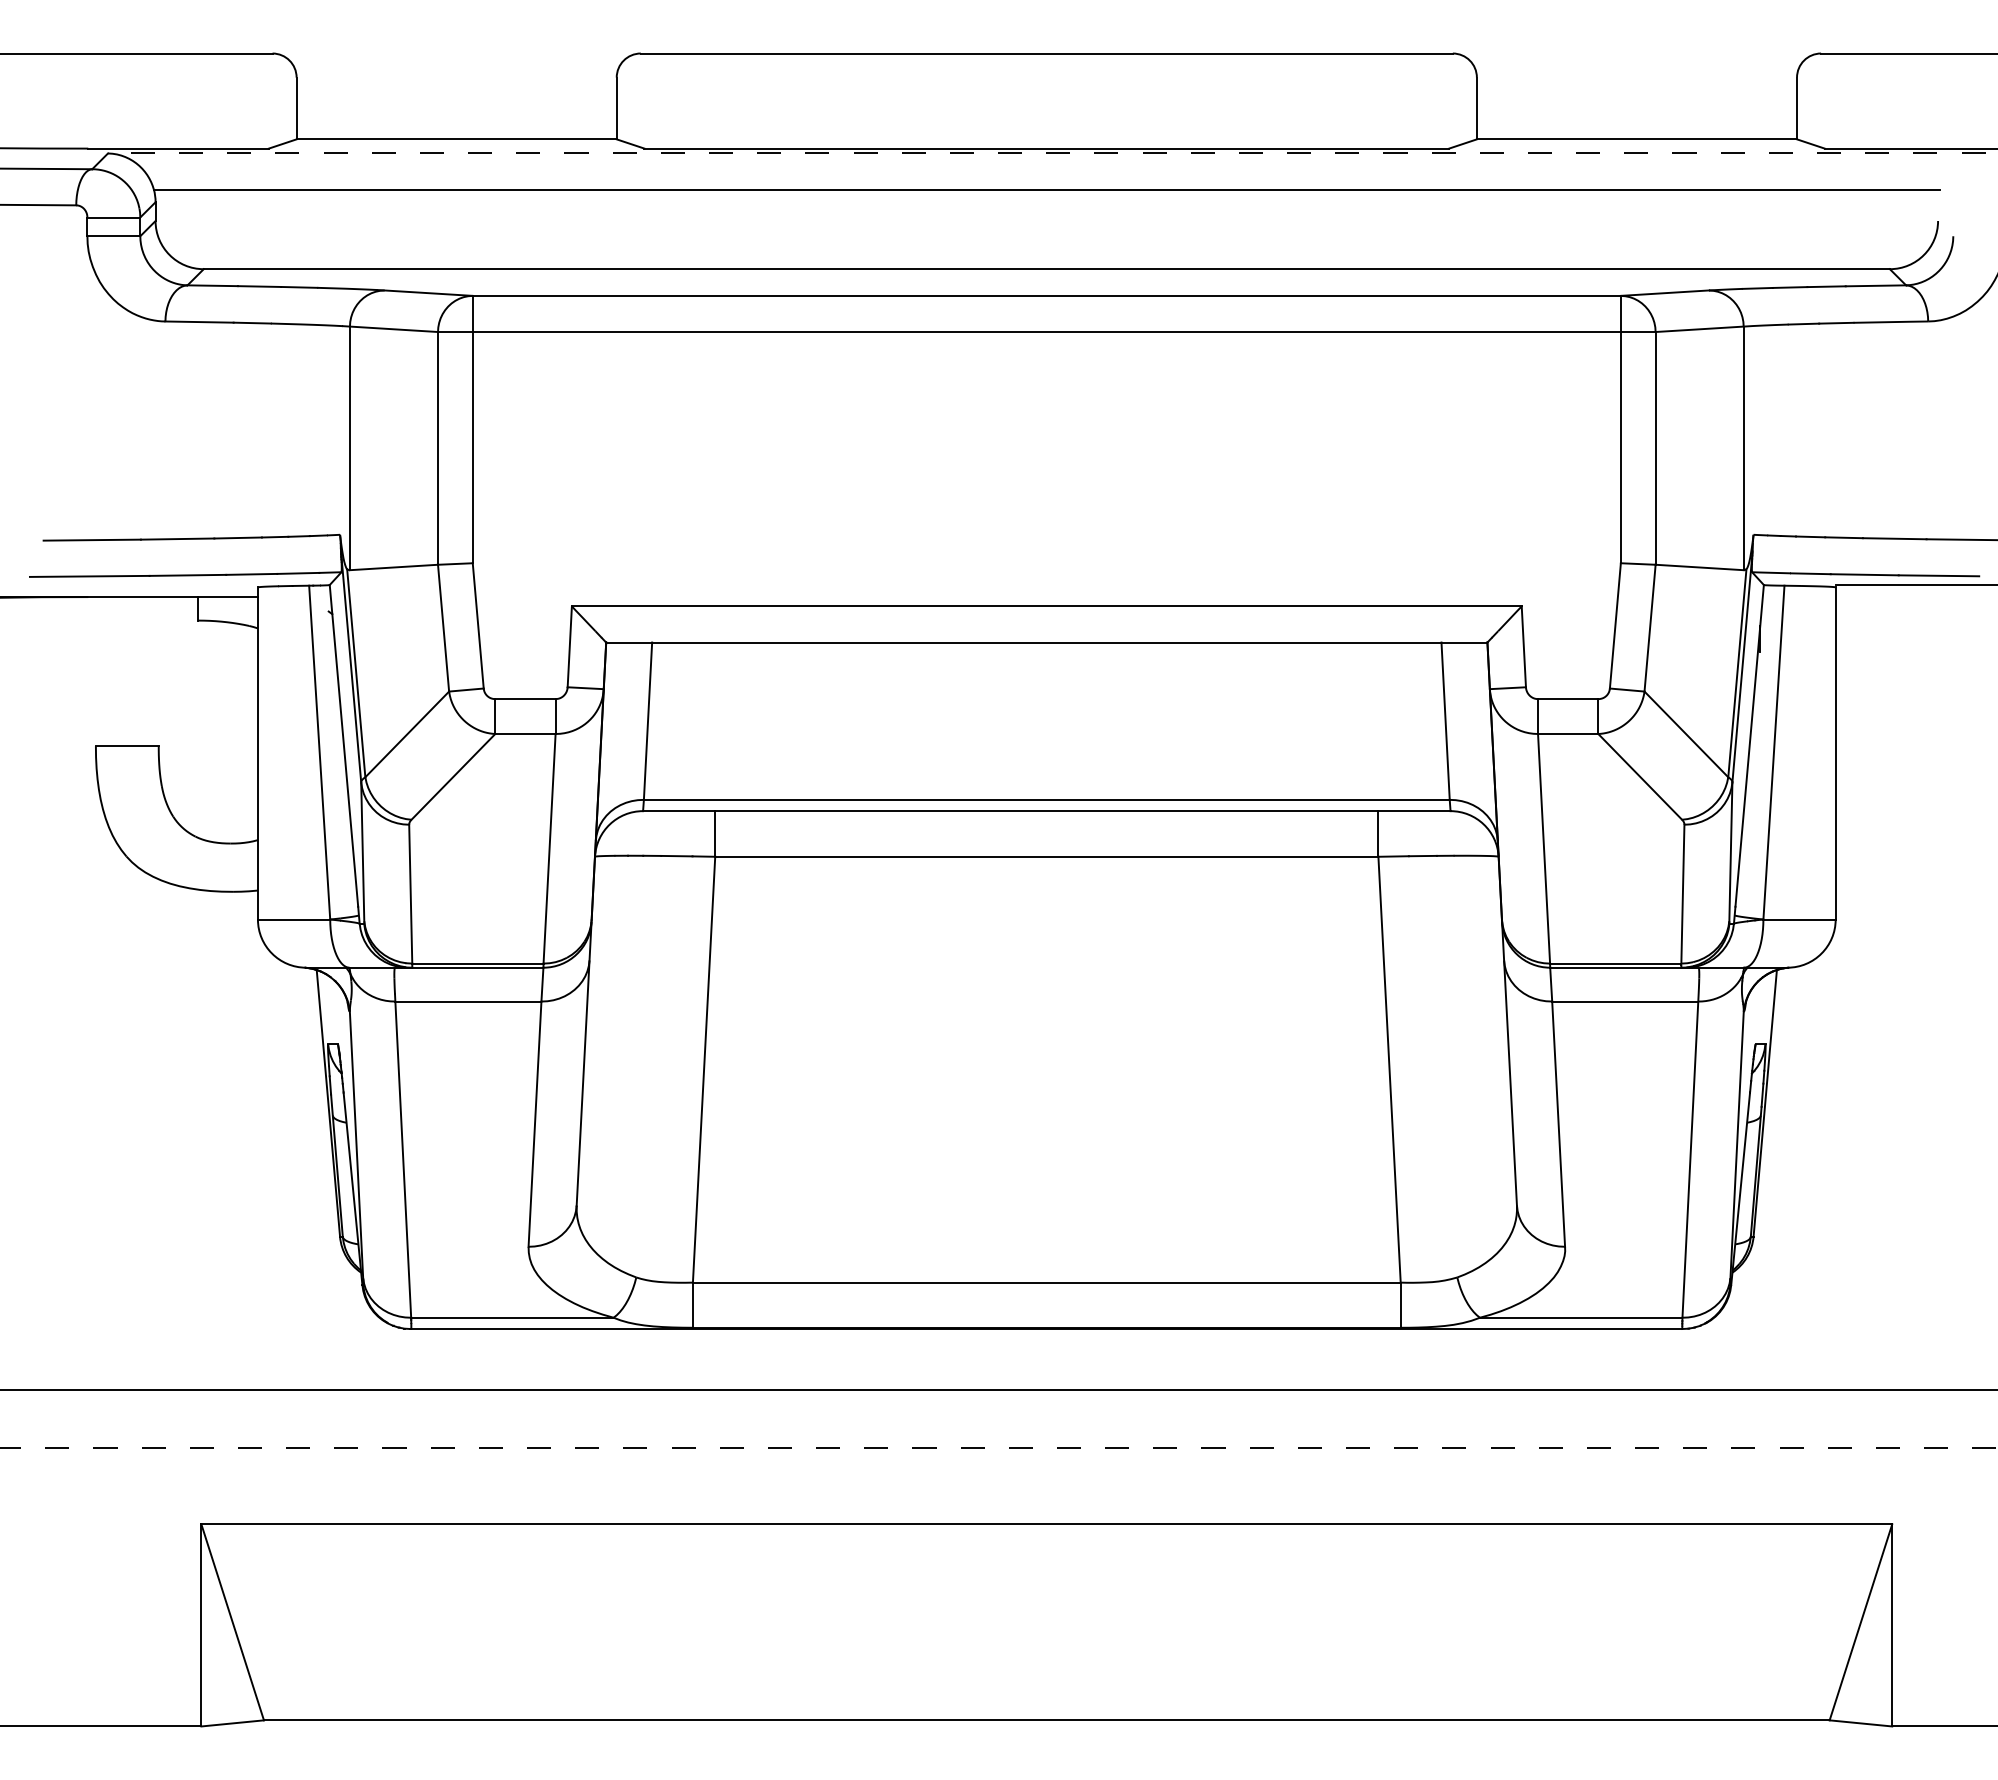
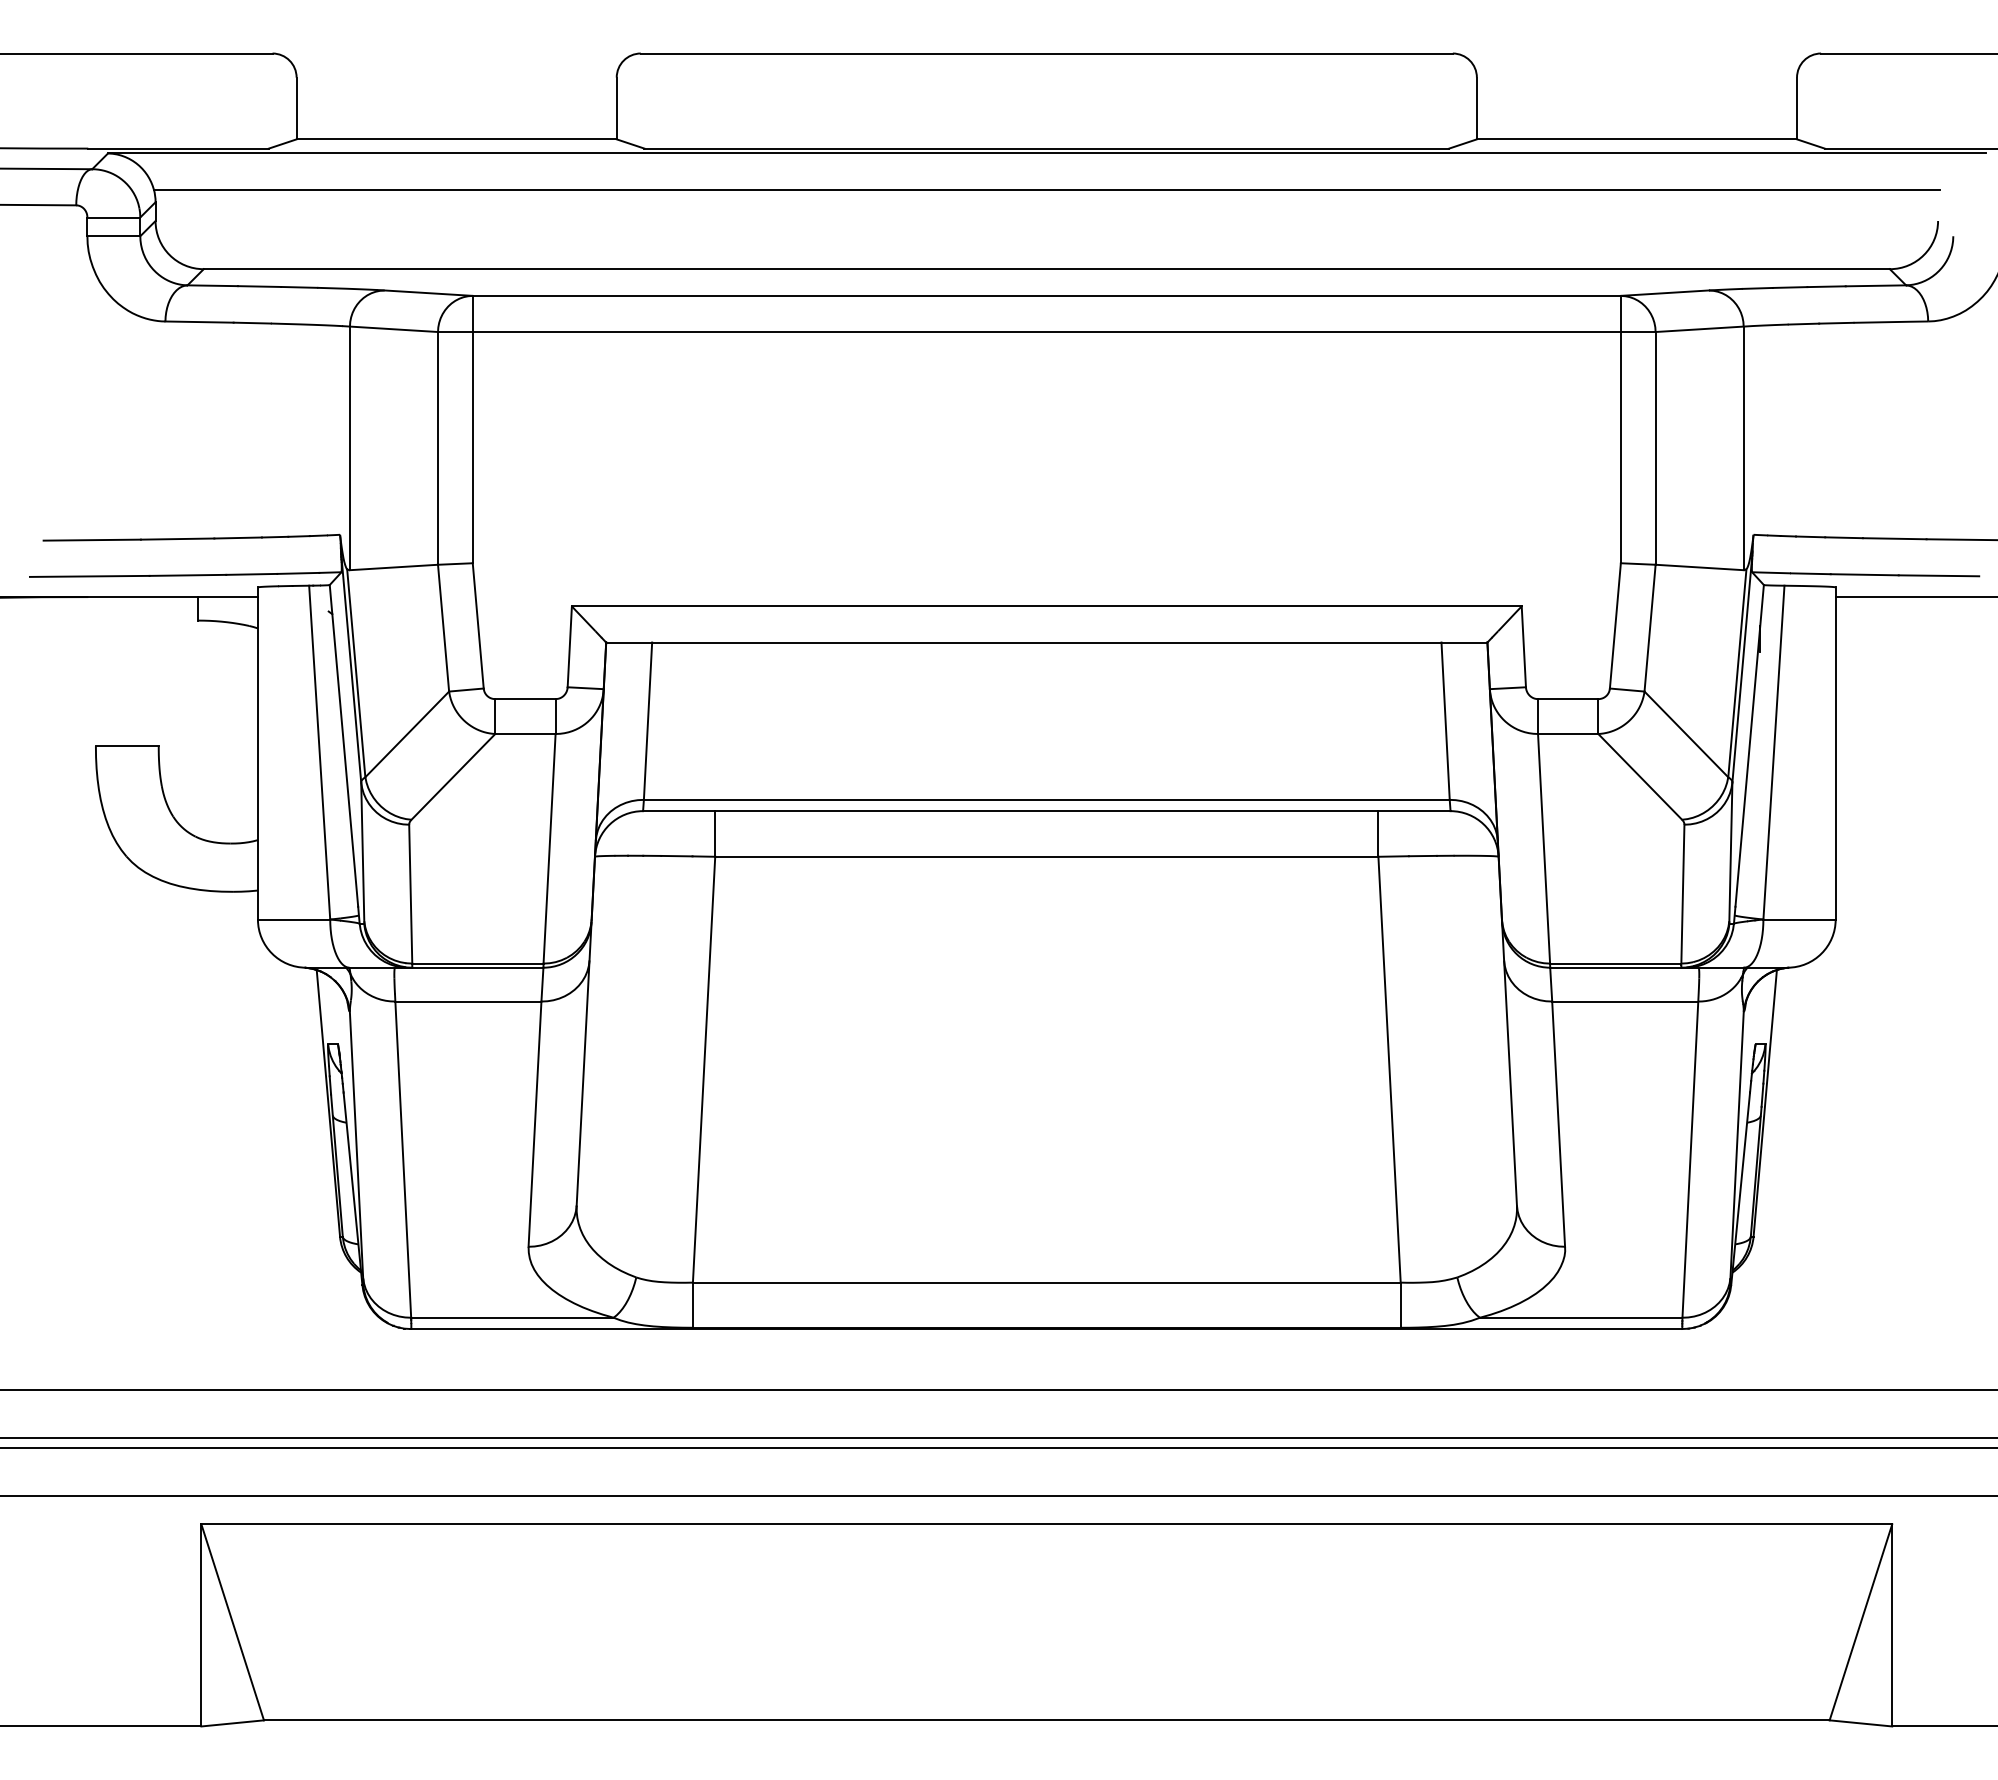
line at (1046, 153): dashed -> solid
line at (1914, 585) position: (1914, 585) -> (1914, 597)
line at (998, 1438): none -> present
line at (998, 1447): dashed -> solid
line at (998, 1495): none -> present
